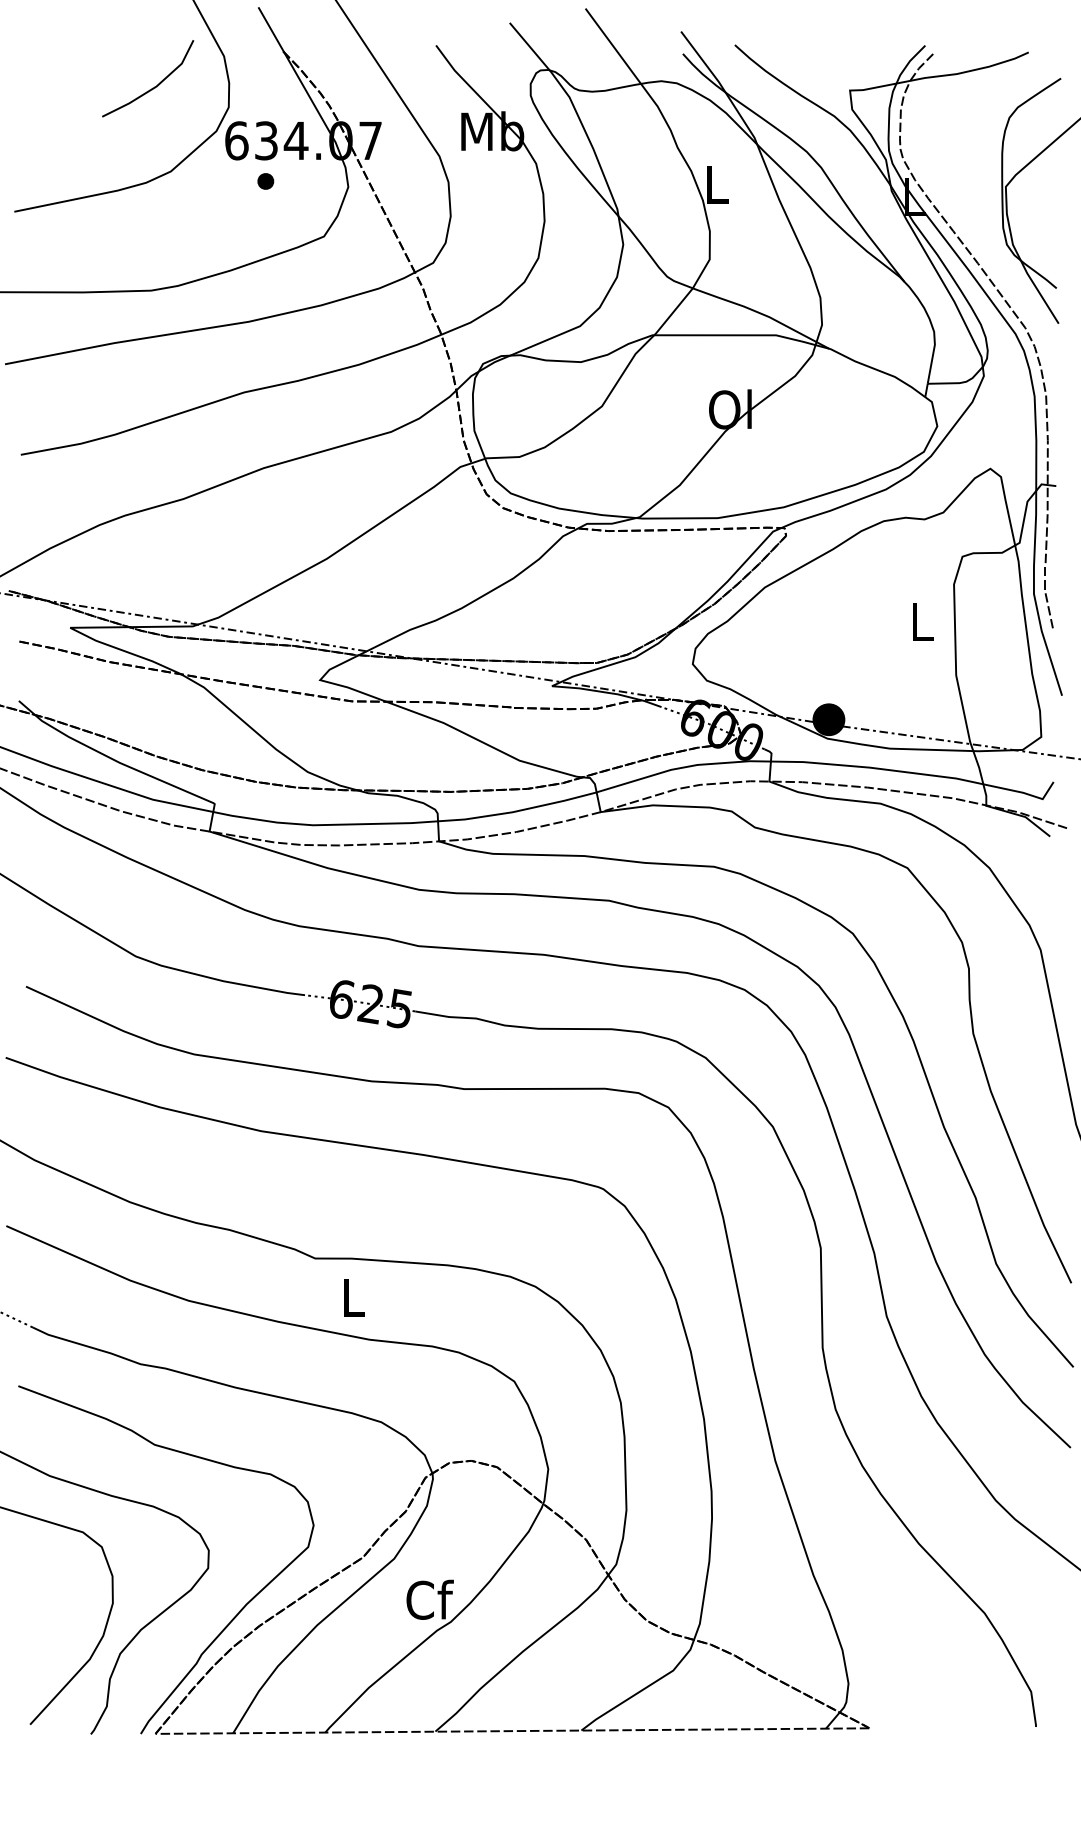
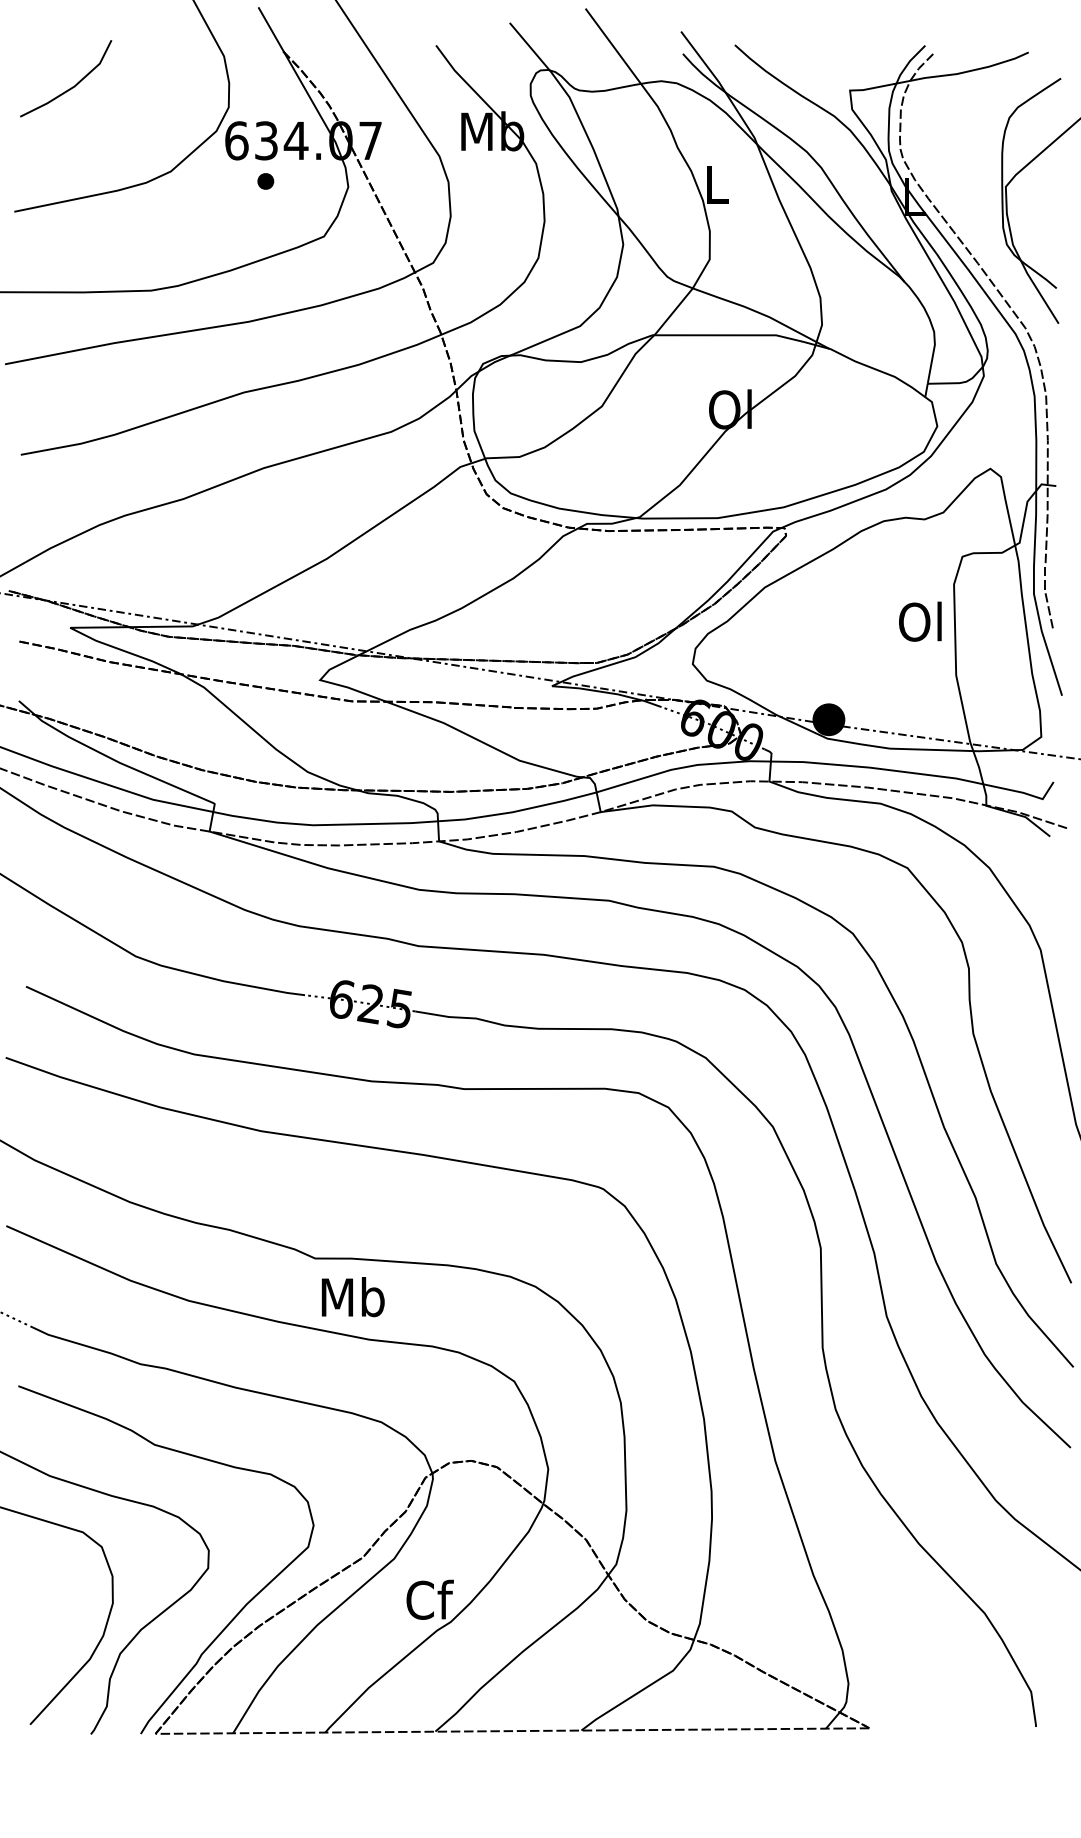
line at (152, 87) position: (152, 87) -> (70, 87)
text at (920, 621): L -> Ol
text at (352, 1297): L -> Mb
